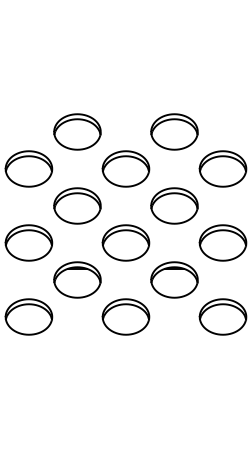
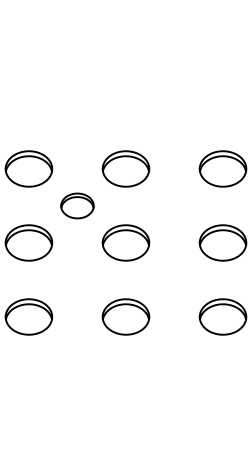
part at (77, 131): present -> none
part at (174, 131): present -> none
part at (77, 205) size: 49x38 px -> 35x28 px
part at (174, 205): present -> none
part at (77, 279): present -> none
part at (174, 279): present -> none
